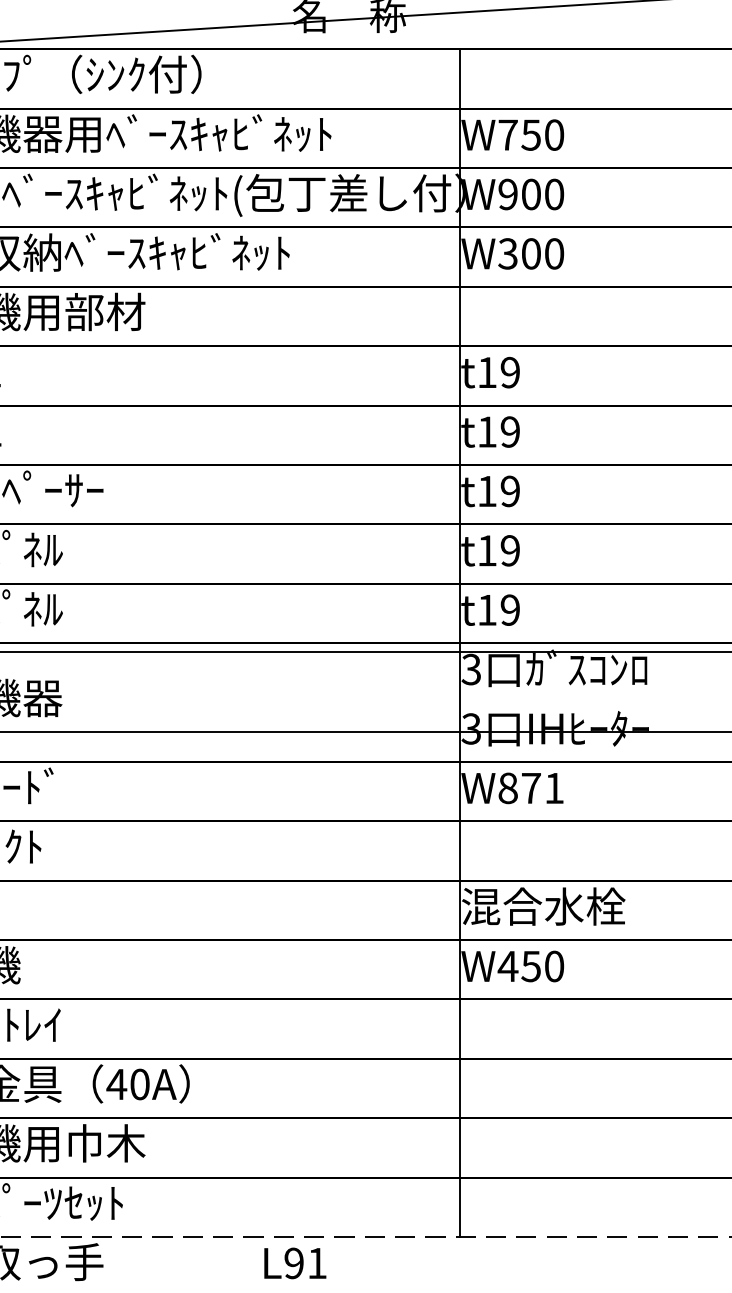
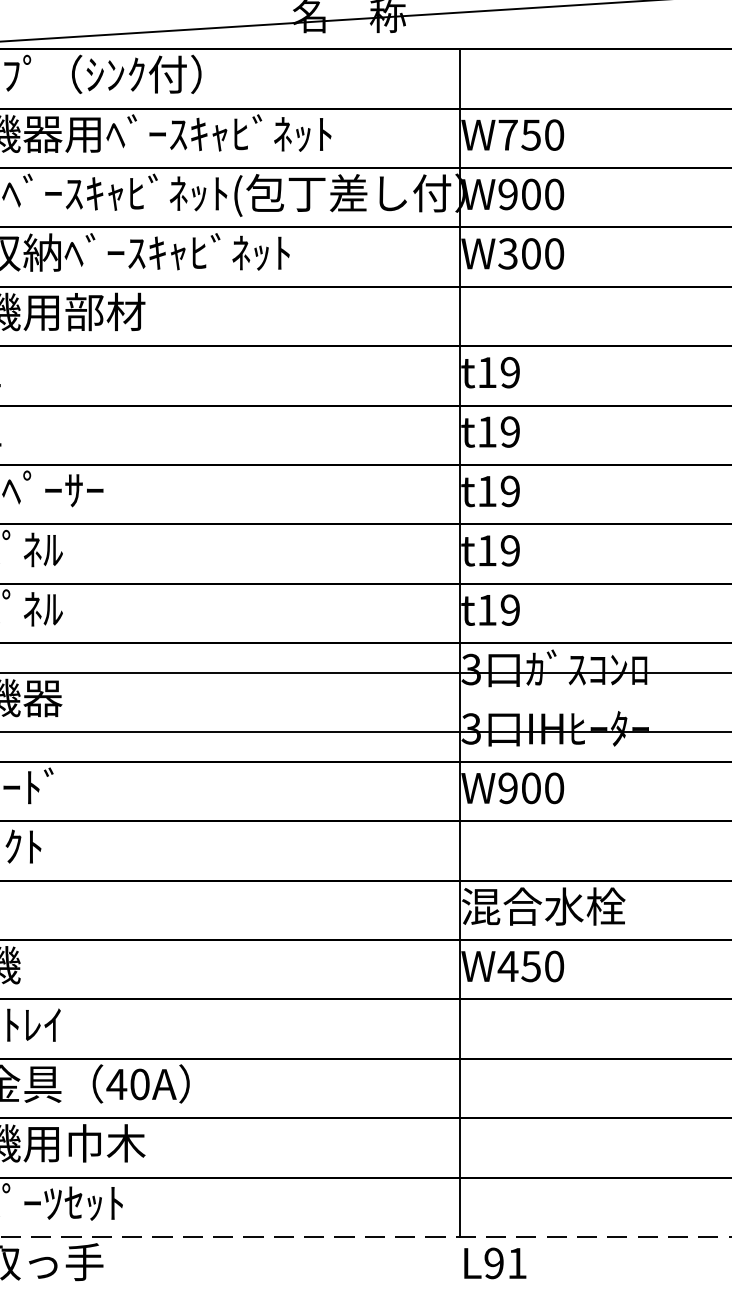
line at (365, 651) position: (365, 651) -> (365, 672)
text at (531, 788): W871 -> W900
text at (295, 1263) position: (295, 1263) -> (495, 1263)
